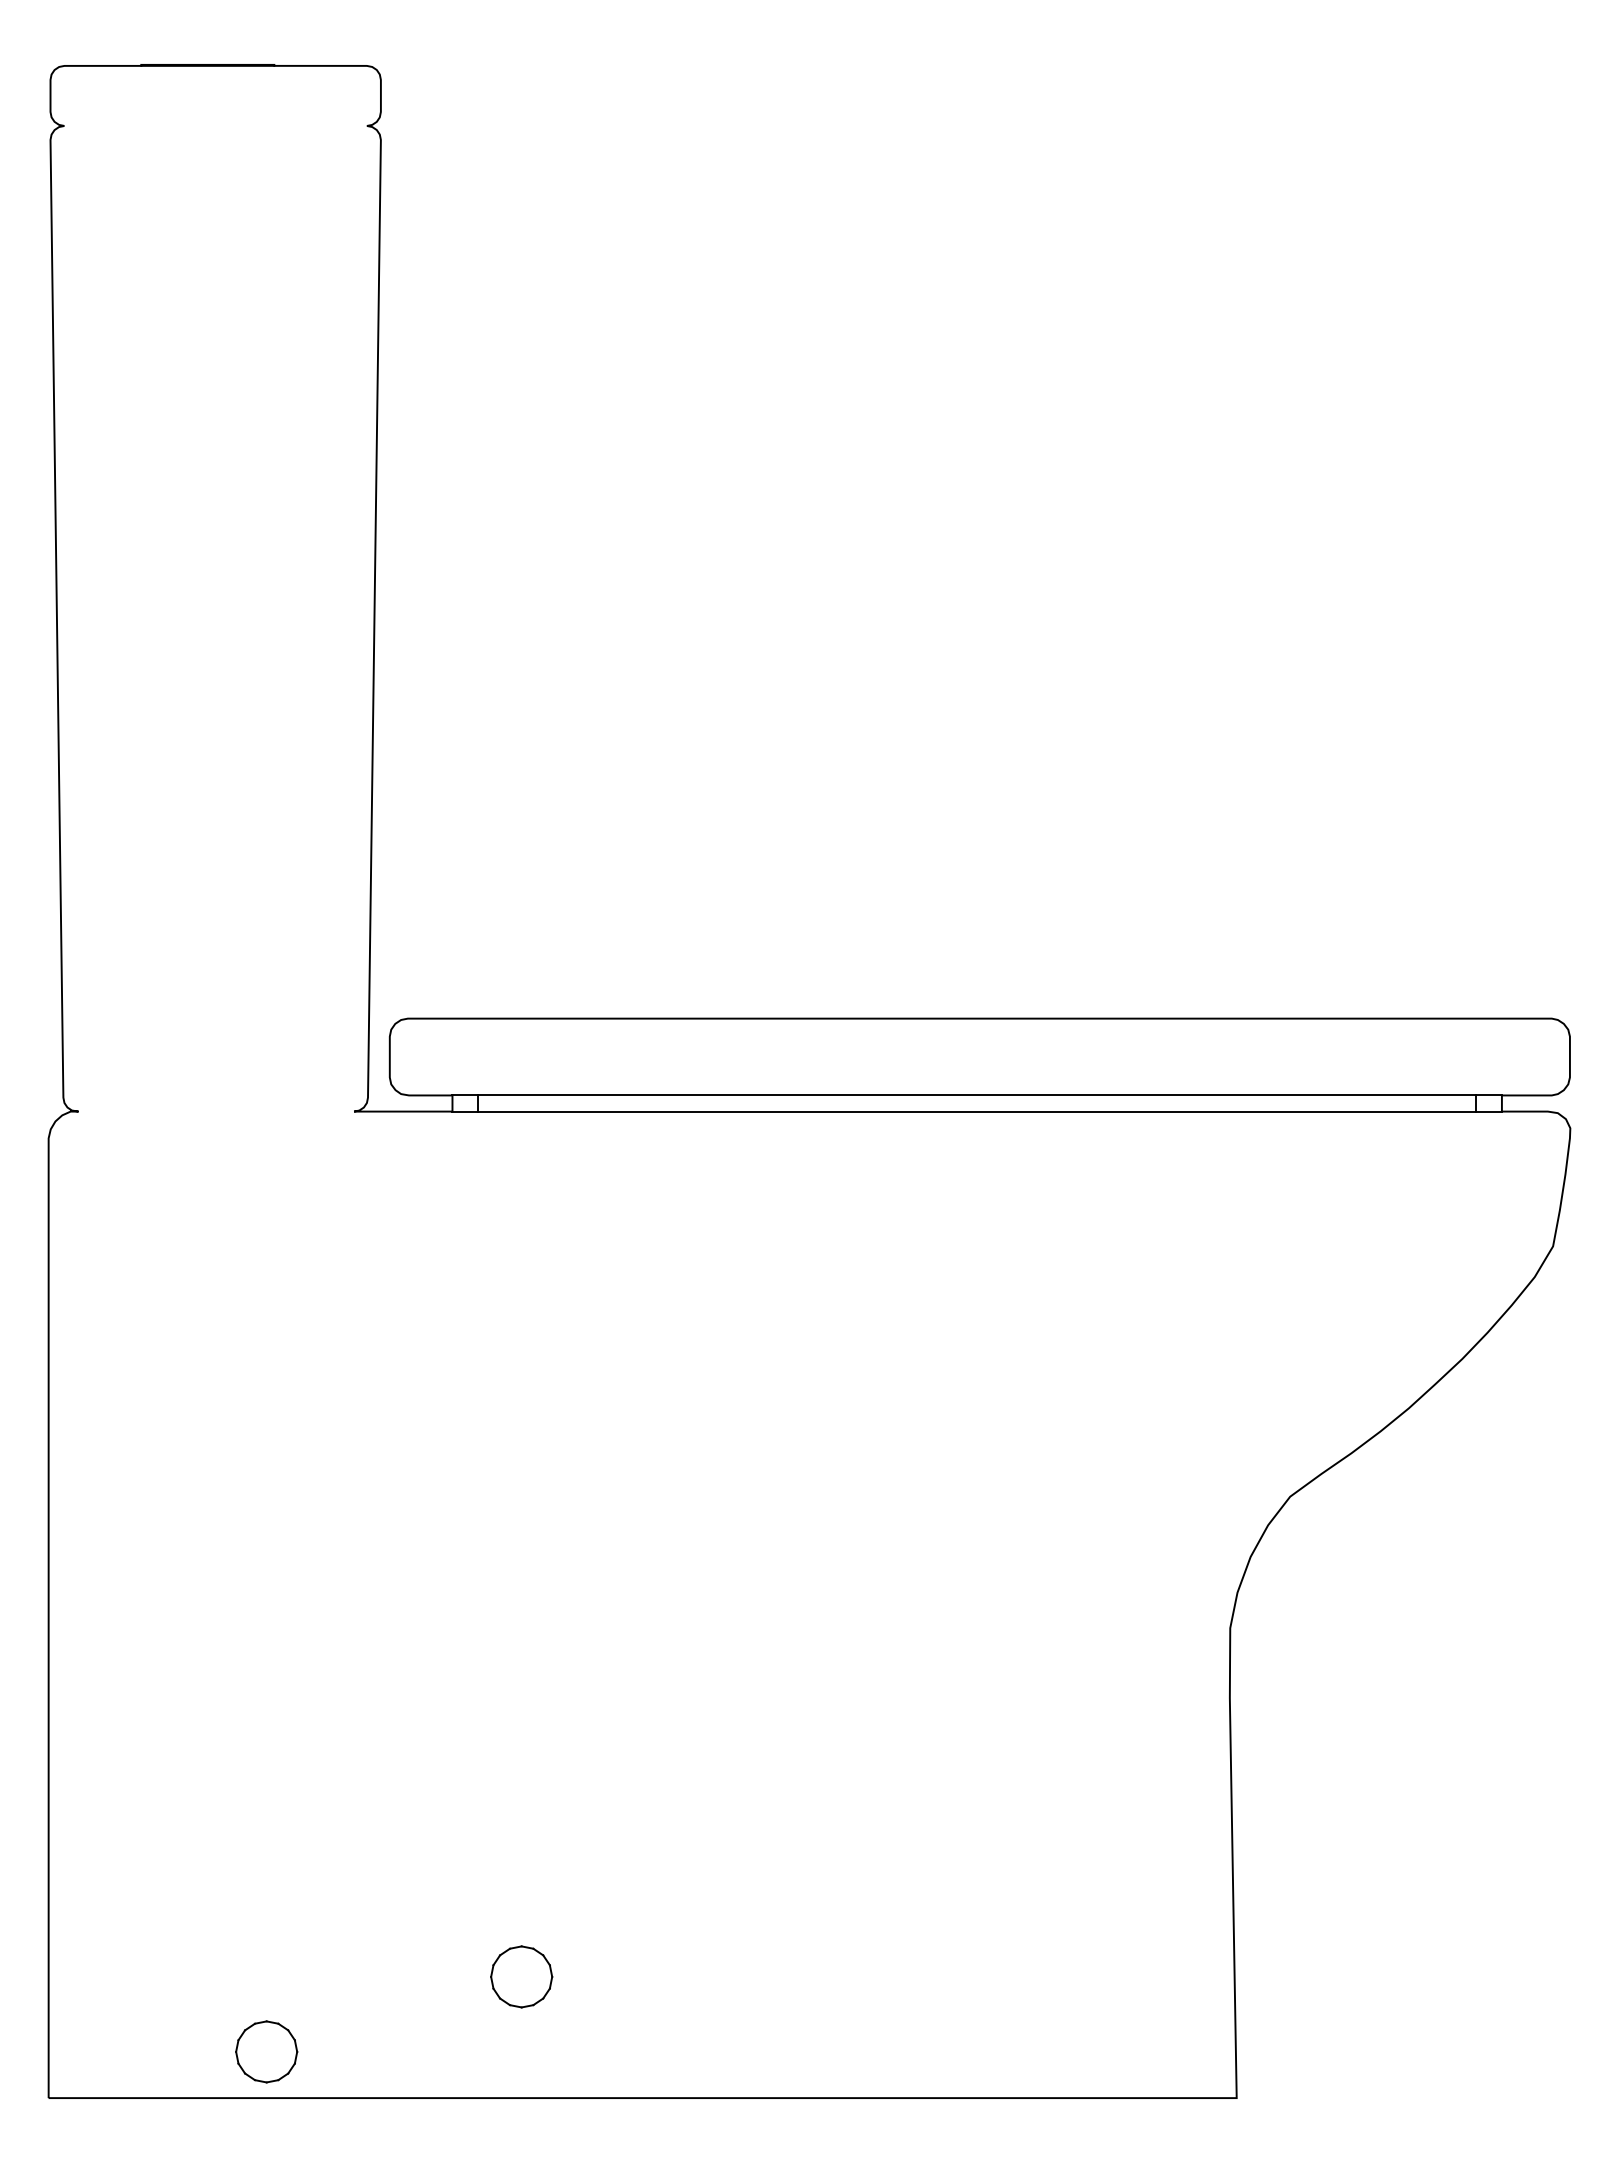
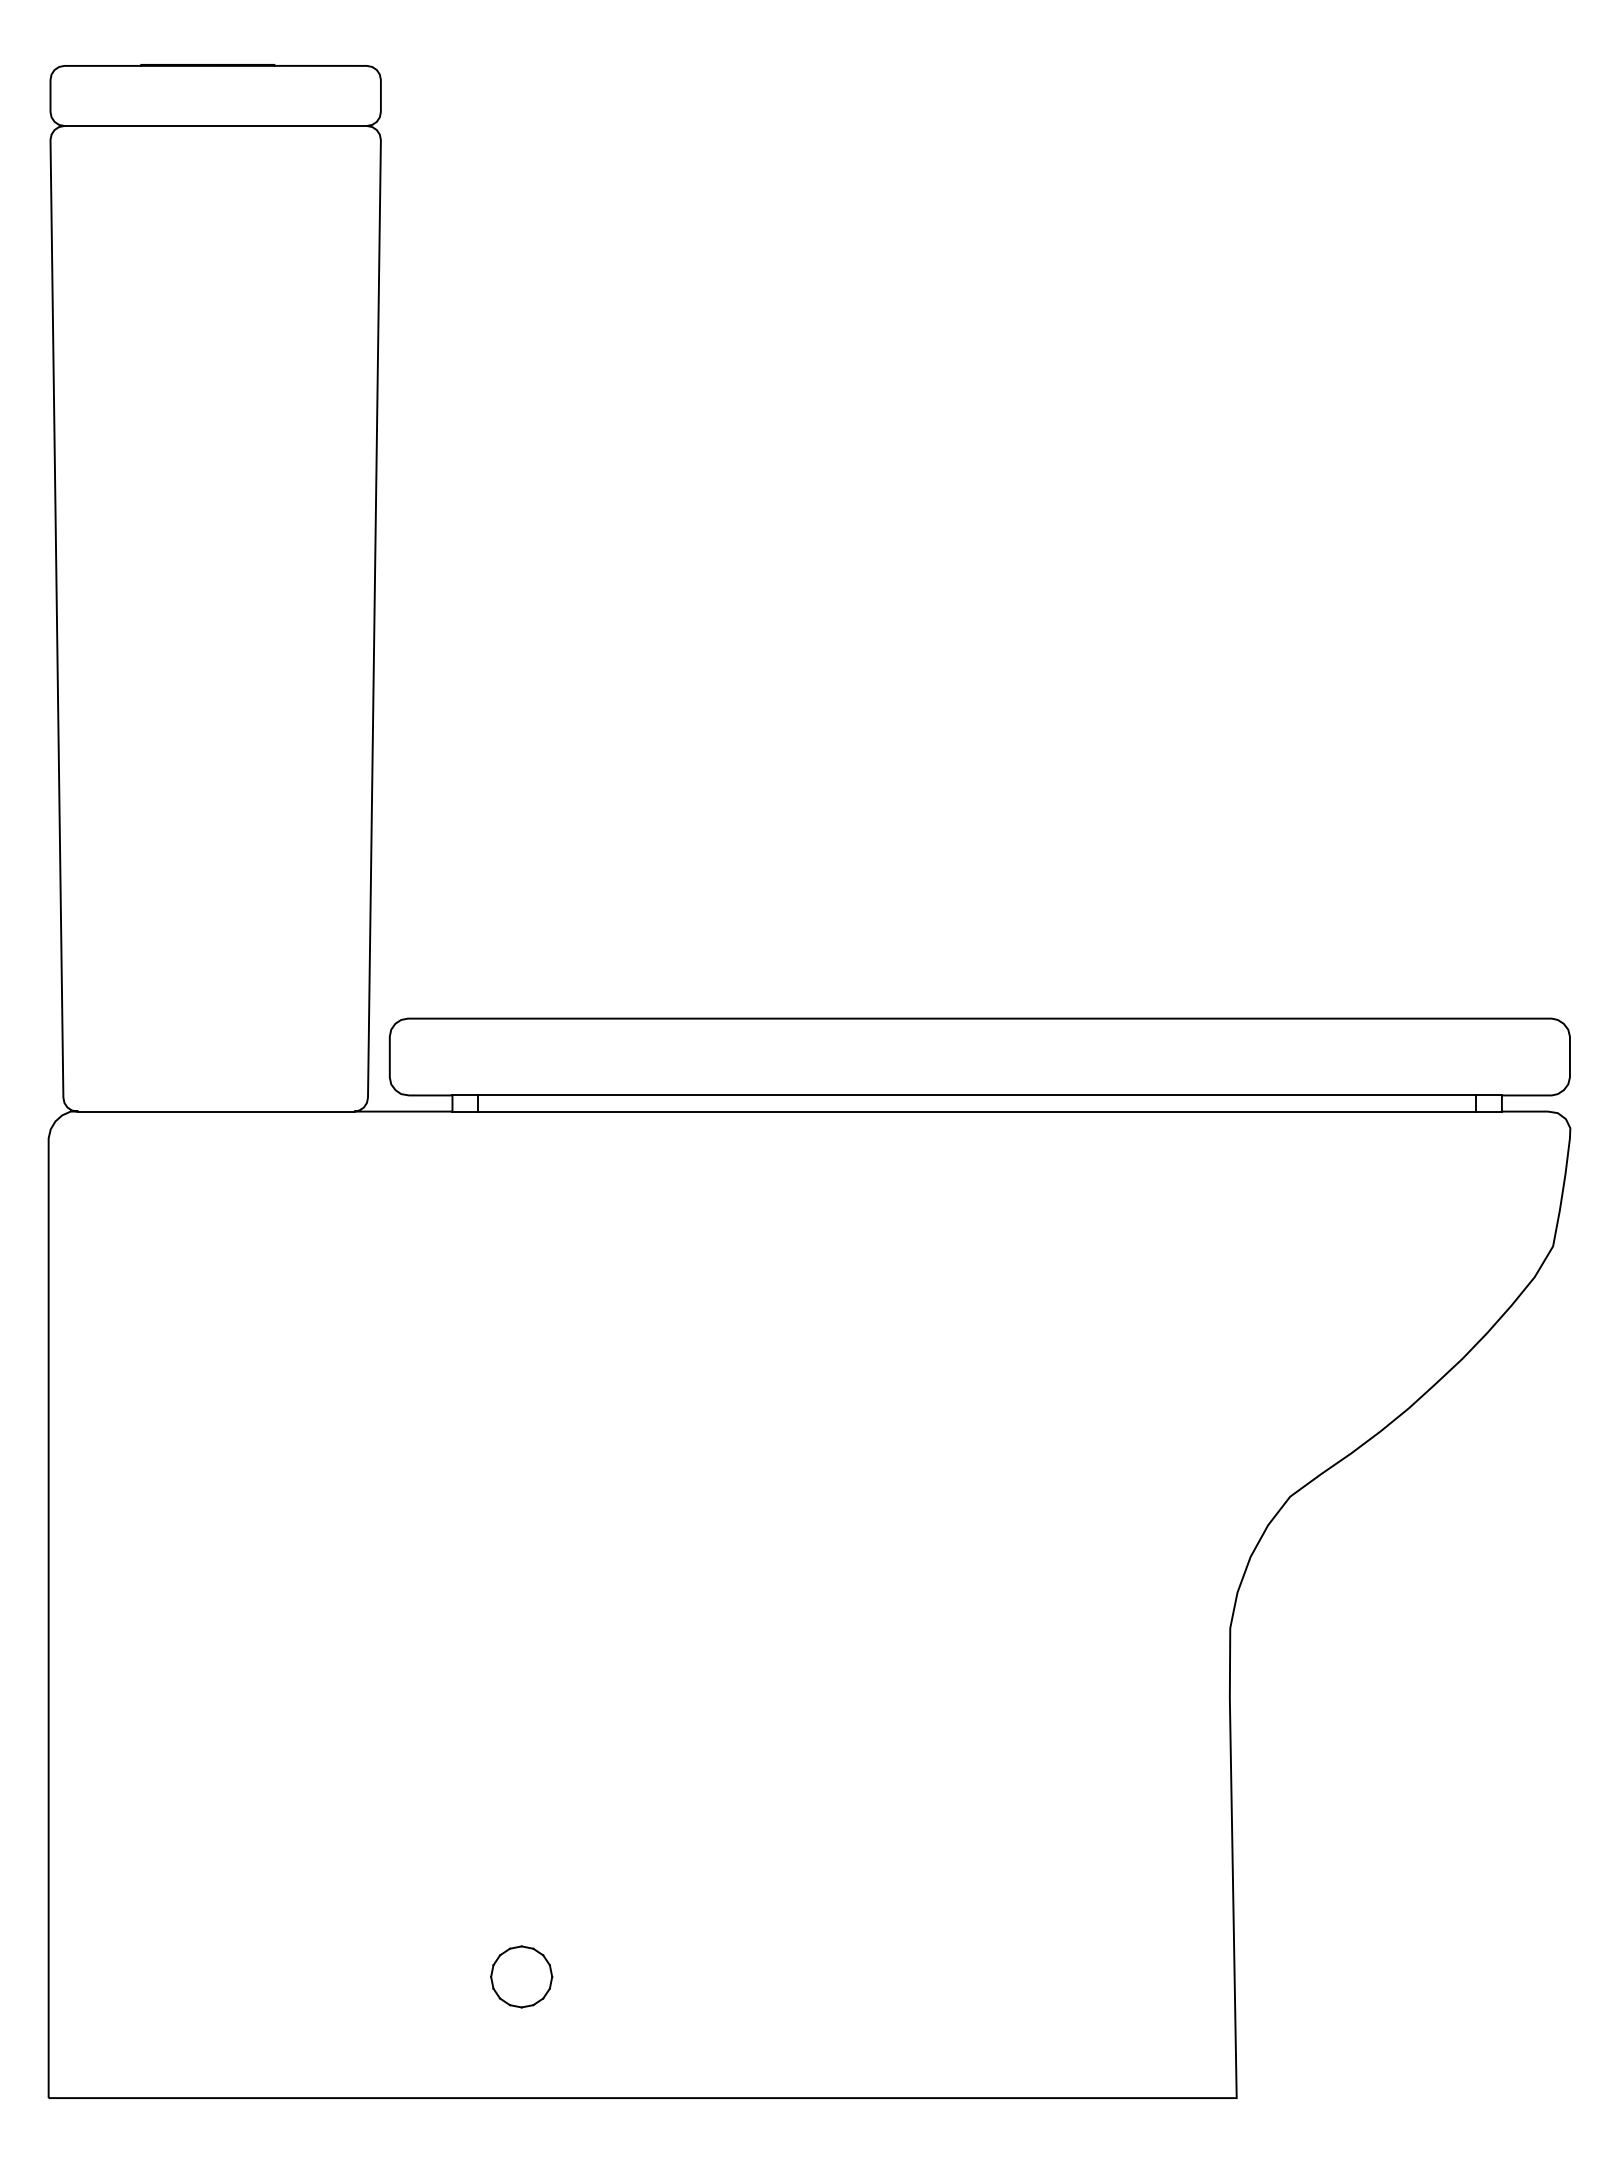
line at (215, 125): none -> present
line at (216, 1111): none -> present
part at (266, 2051): present -> none
